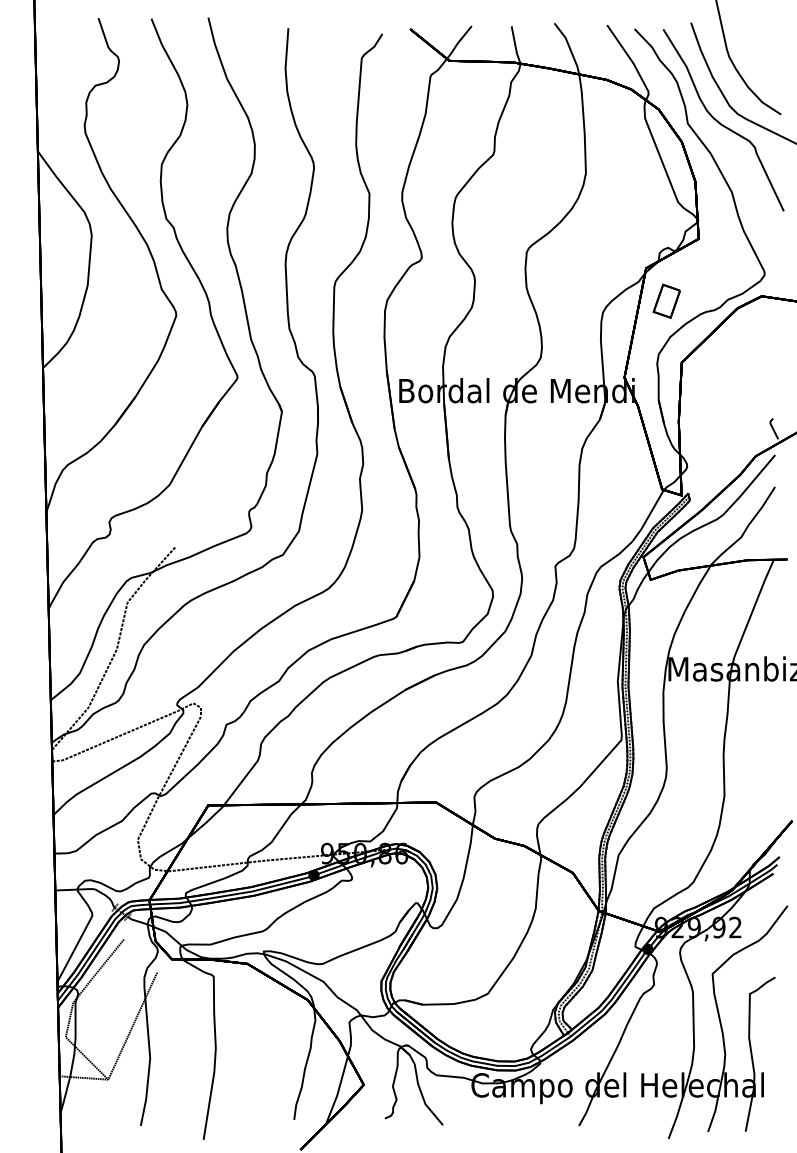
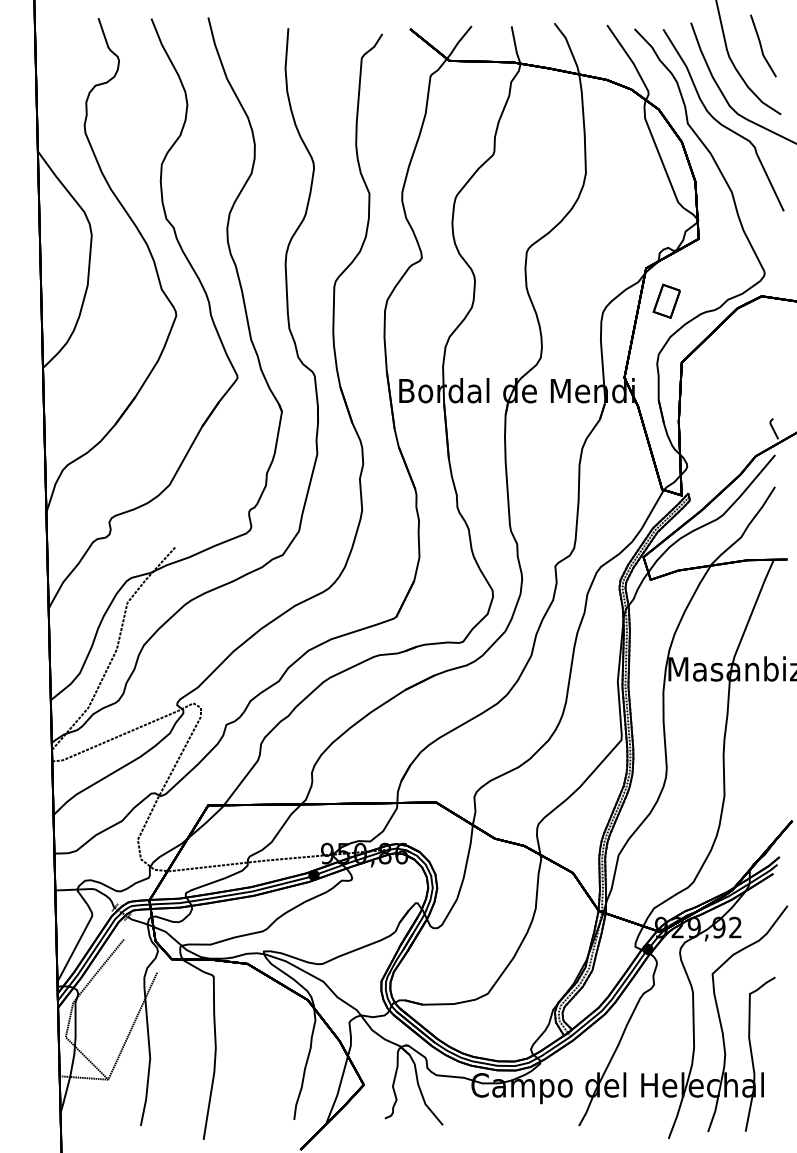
part at (763, 45): none -> present
